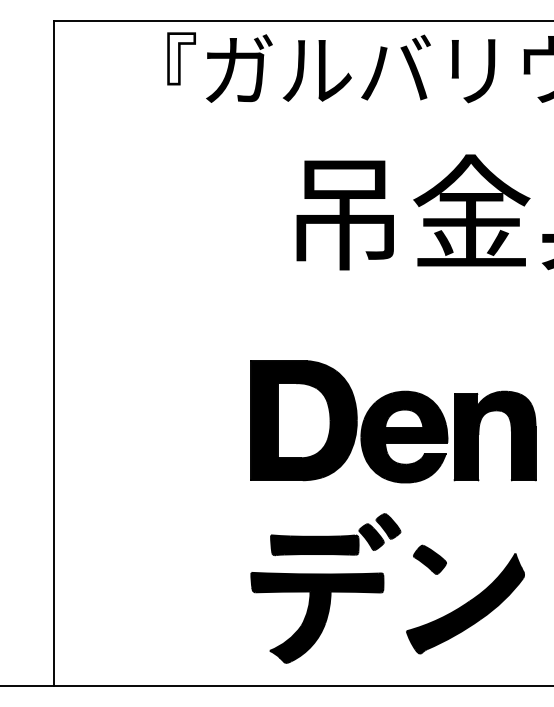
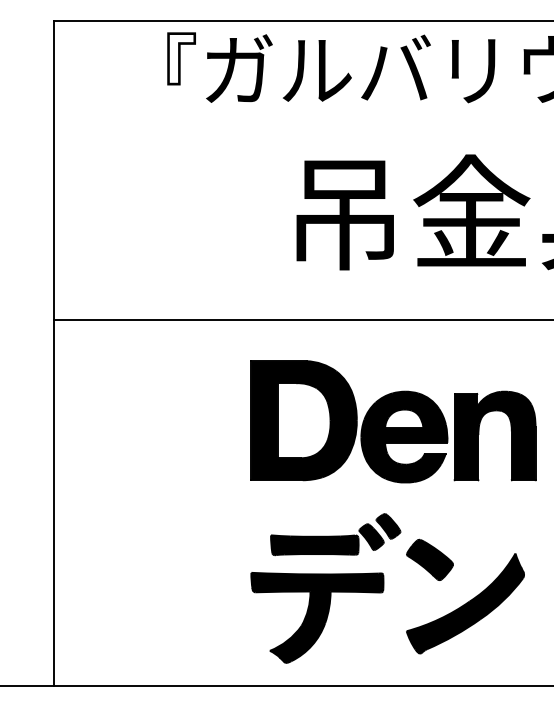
line at (301, 320): none -> present
part at (429, 559) size: 34x31 px -> 48x43 px
